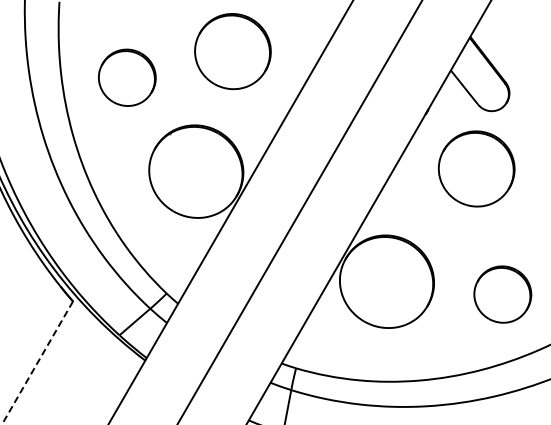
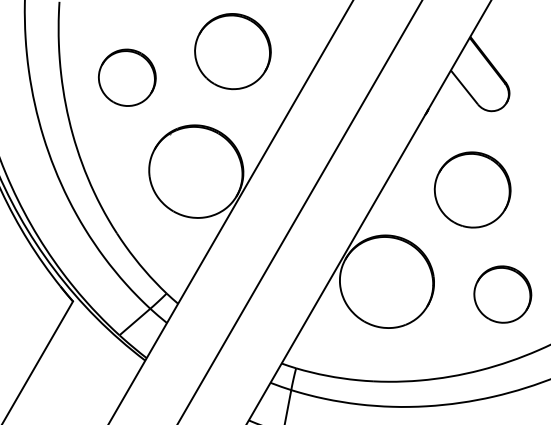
part at (476, 168) position: (476, 168) -> (472, 189)
line at (37, 362): dashed -> solid
